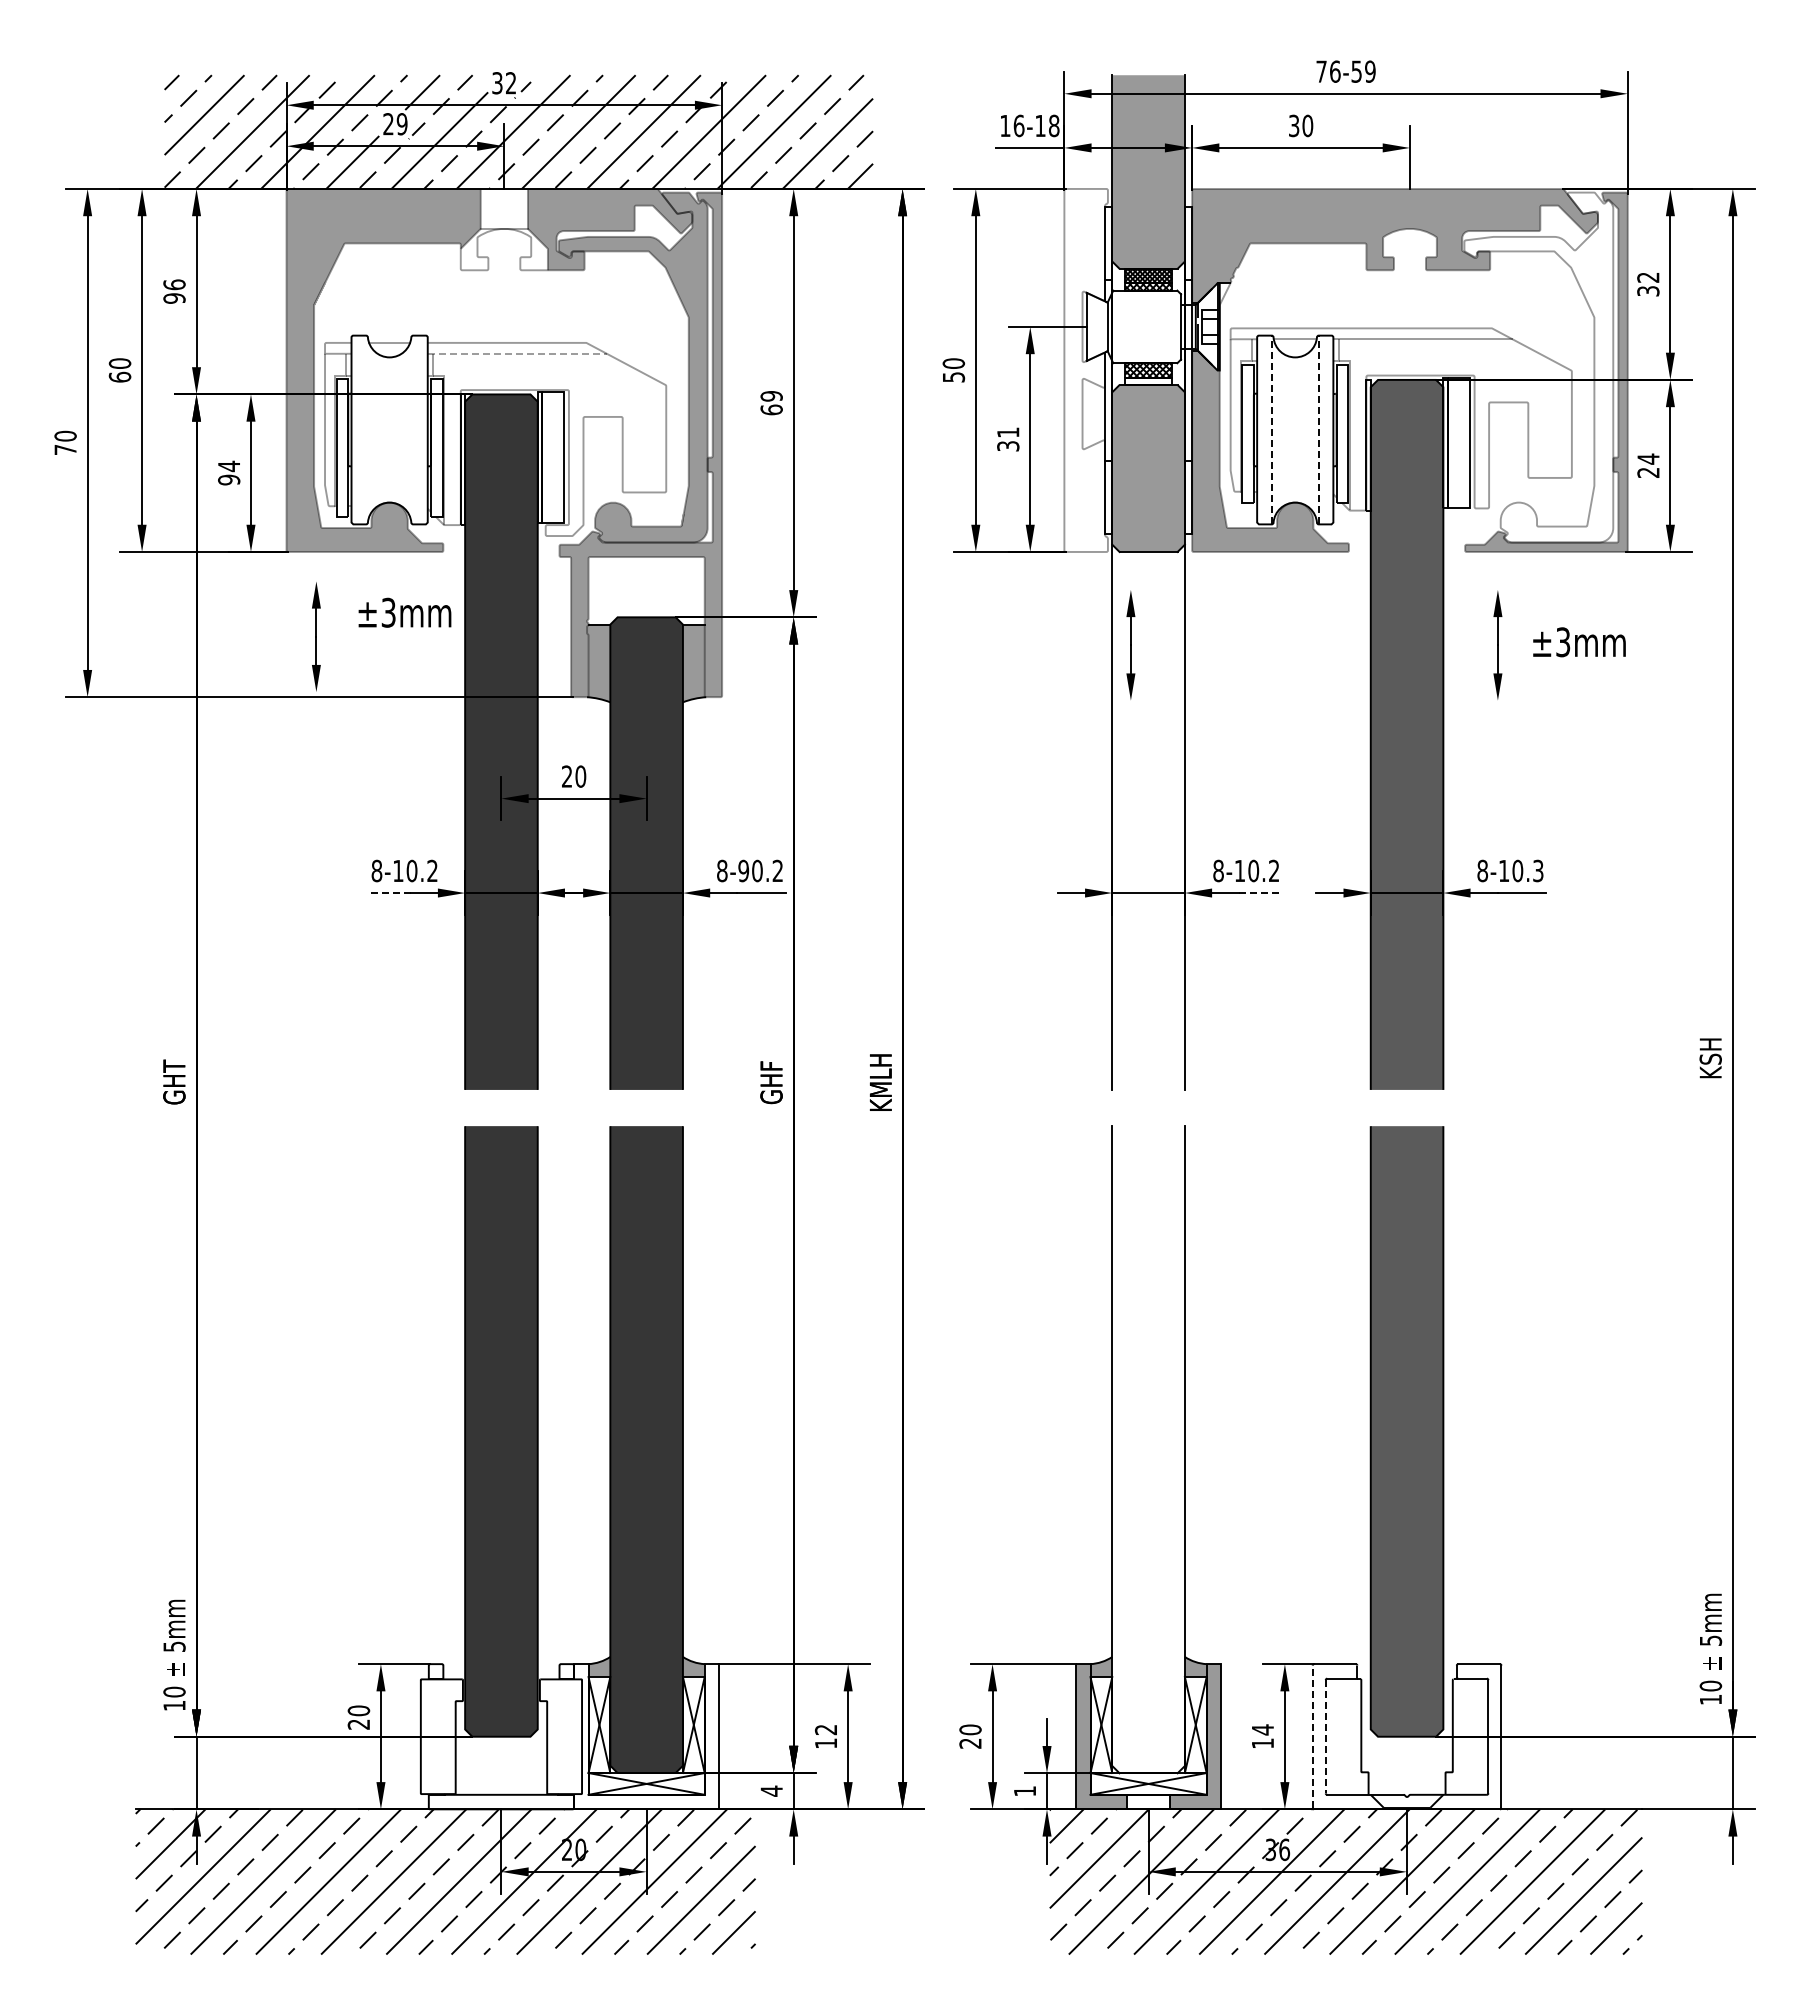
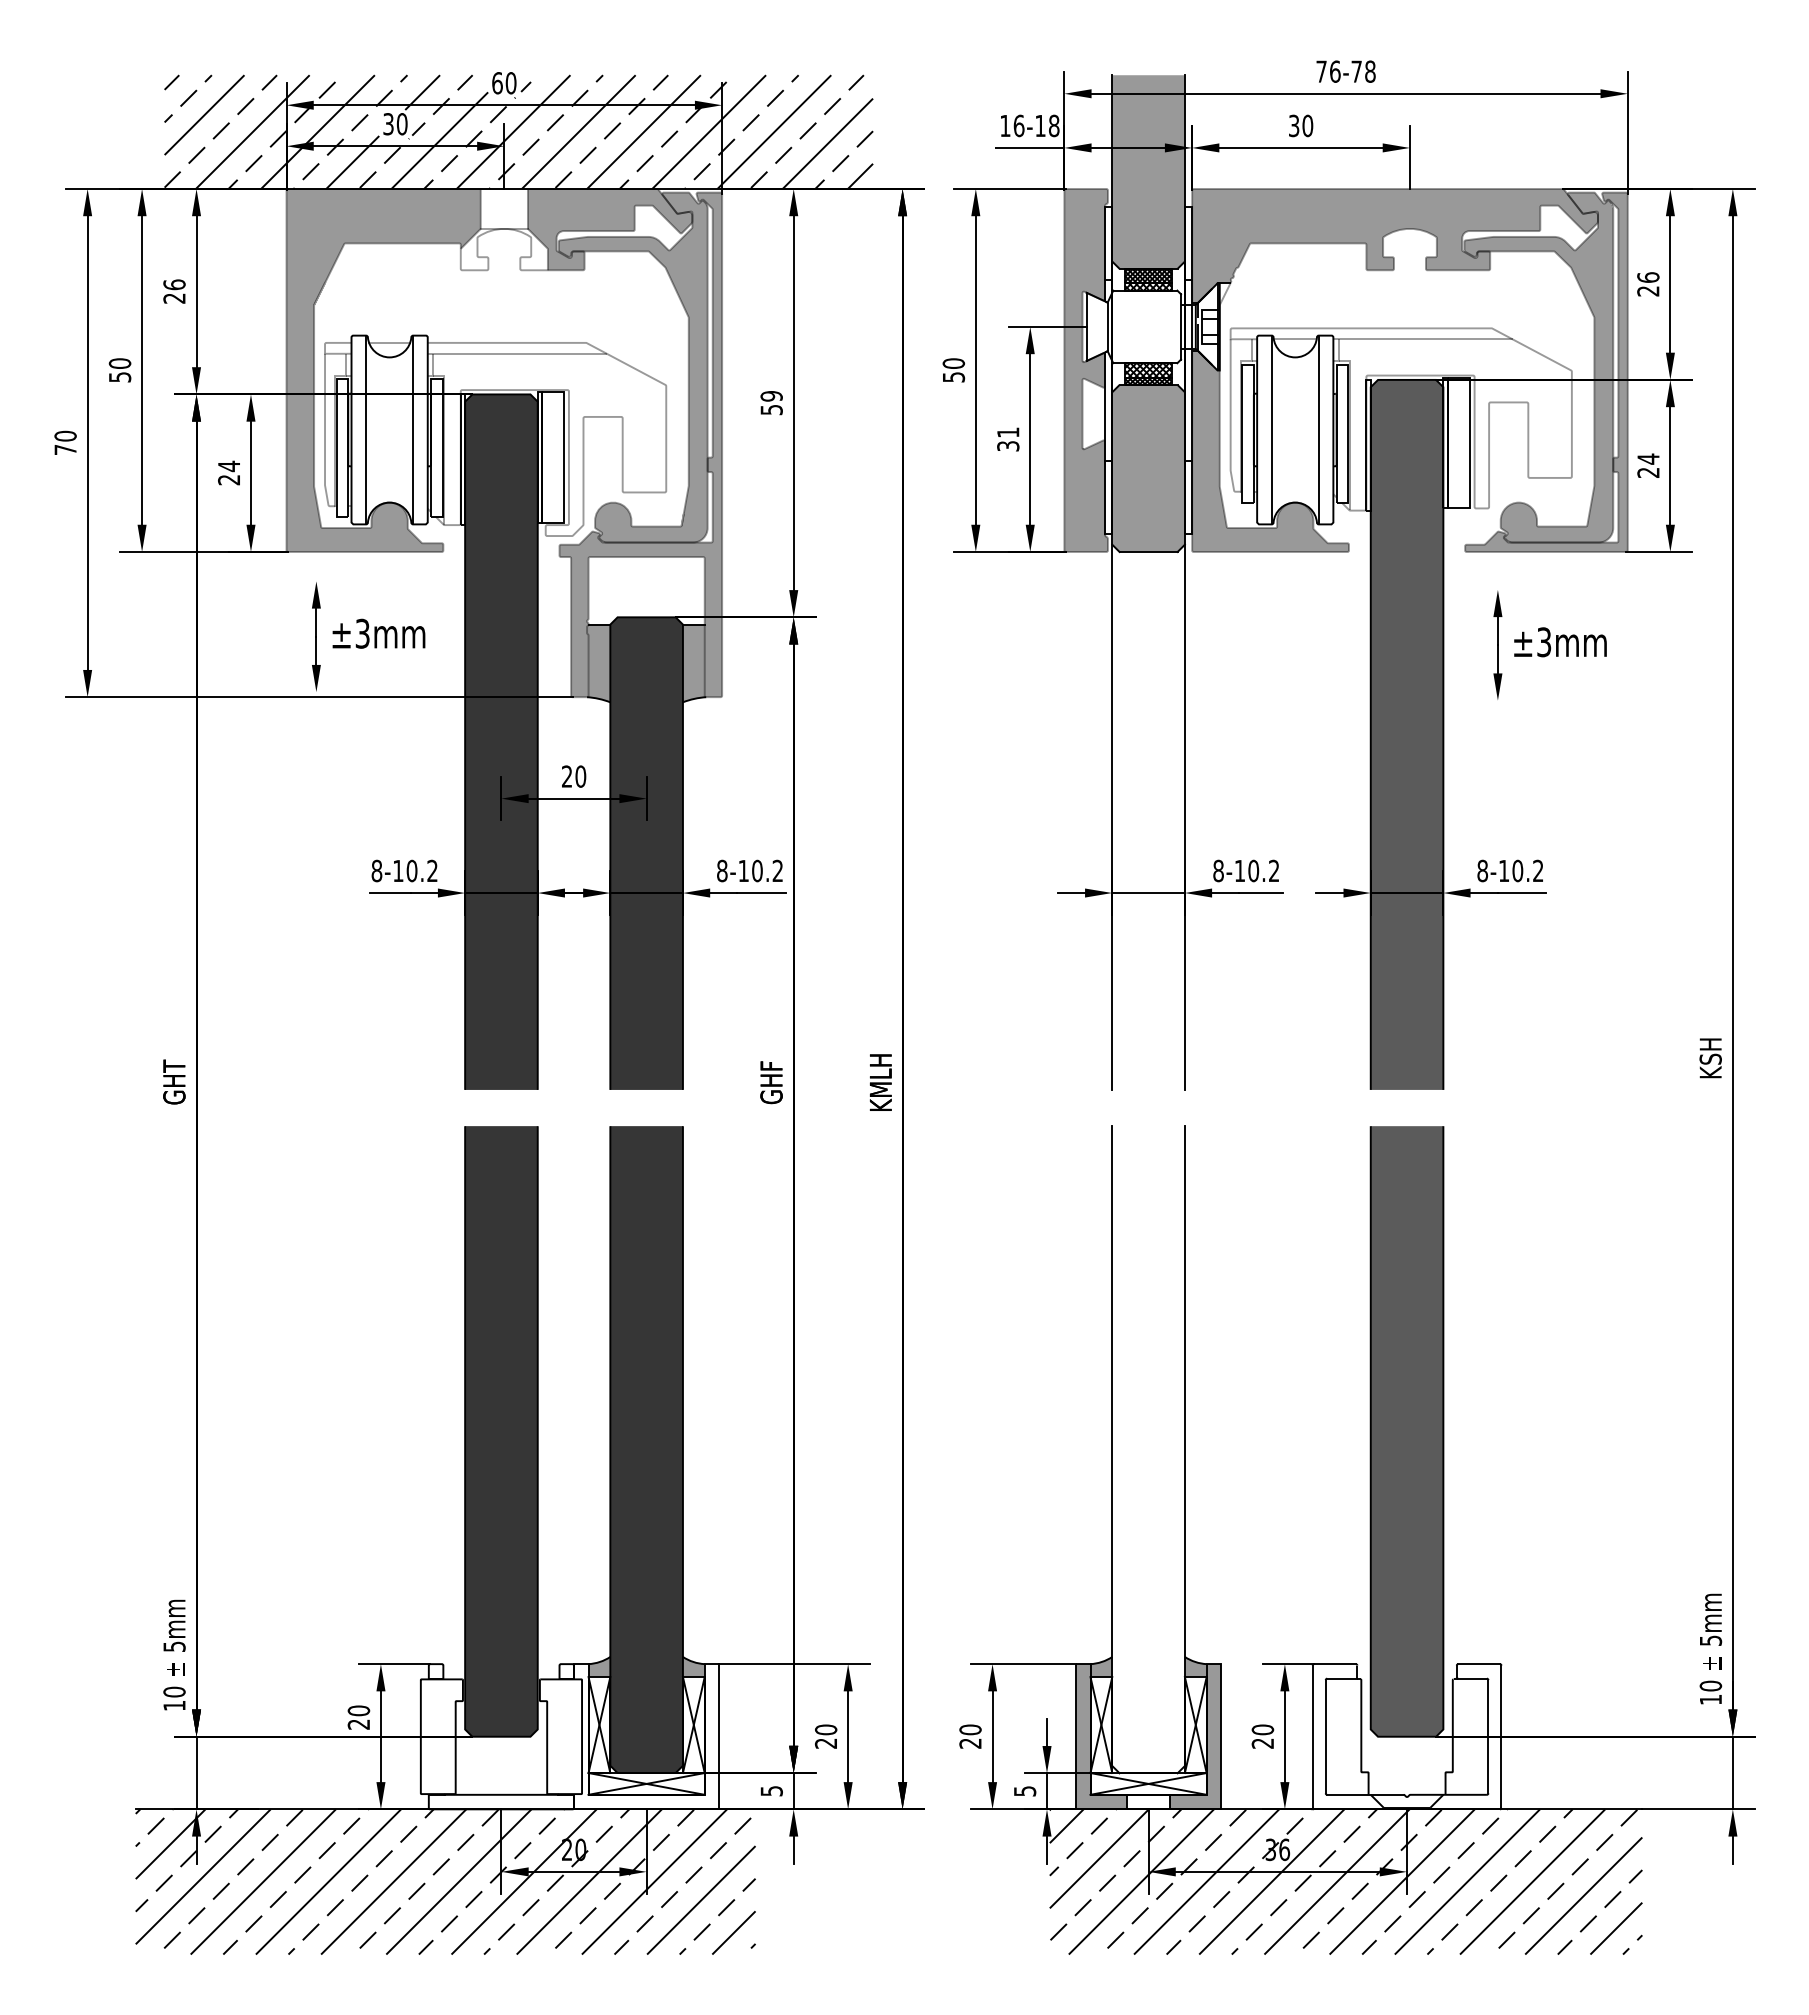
text at (1363, 71): 76-59 -> 76-78
text at (504, 83): 32 -> 60
text at (395, 124): 29 -> 30
text at (1648, 284): 32 -> 26
text at (174, 298): 96 -> 26
line at (517, 353): dashed -> solid
fill at (1538, 367): none -> present
fill at (1085, 369): none -> present
text at (119, 376): 60 -> 50
hatch at (1148, 381): none -> present
text at (771, 409): 69 -> 59
line at (366, 429): none -> present
line at (413, 429): none -> present
line at (1271, 429): dashed -> solid
line at (1318, 429): dashed -> solid
text at (229, 479): 94 -> 24
text at (404, 612) position: (404, 612) -> (378, 633)
text at (1579, 642) position: (1579, 642) -> (1560, 642)
part at (1130, 644): present -> none
text at (743, 870): 8-90.2 -> 8-10.2
text at (1538, 871): 8-10.3 -> 8-10.2
line at (389, 893): dashed -> solid
line at (1261, 893): dashed -> solid
text at (825, 1736): 12 -> 20
text at (1262, 1736): 14 -> 20
line at (1312, 1736): dashed -> solid
line at (1325, 1736): dashed -> solid
text at (771, 1790): 4 -> 5
text at (1025, 1791): 1 -> 5
